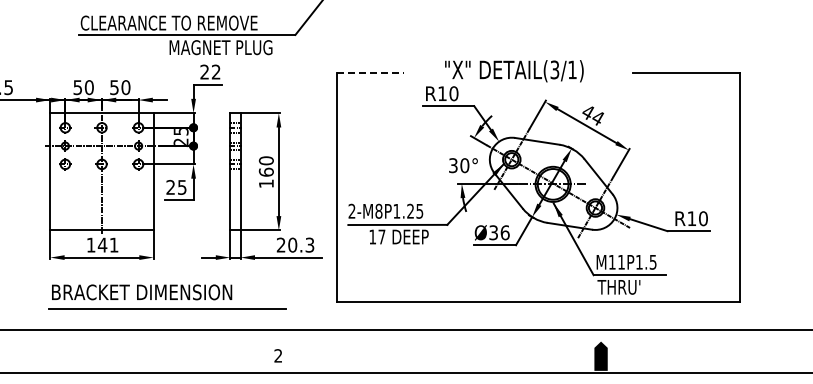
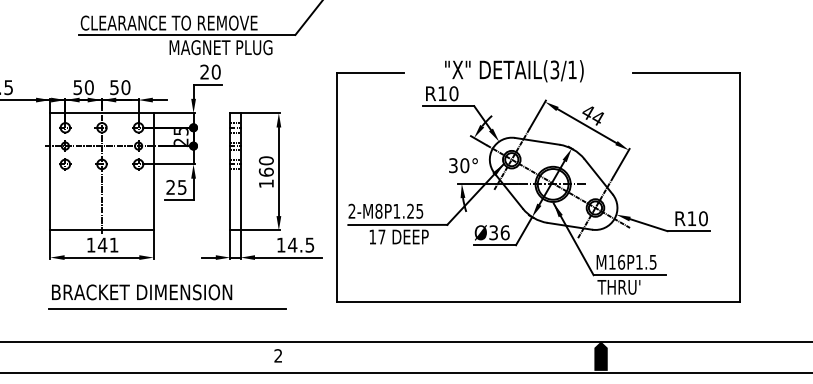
text at (215, 71): 22 -> 20
line at (370, 73): dashed -> solid
text at (295, 244): 20.3 -> 14.5
text at (621, 261): M11P1.5 -> M16P1.5
line at (405, 329) position: (405, 329) -> (405, 341)
